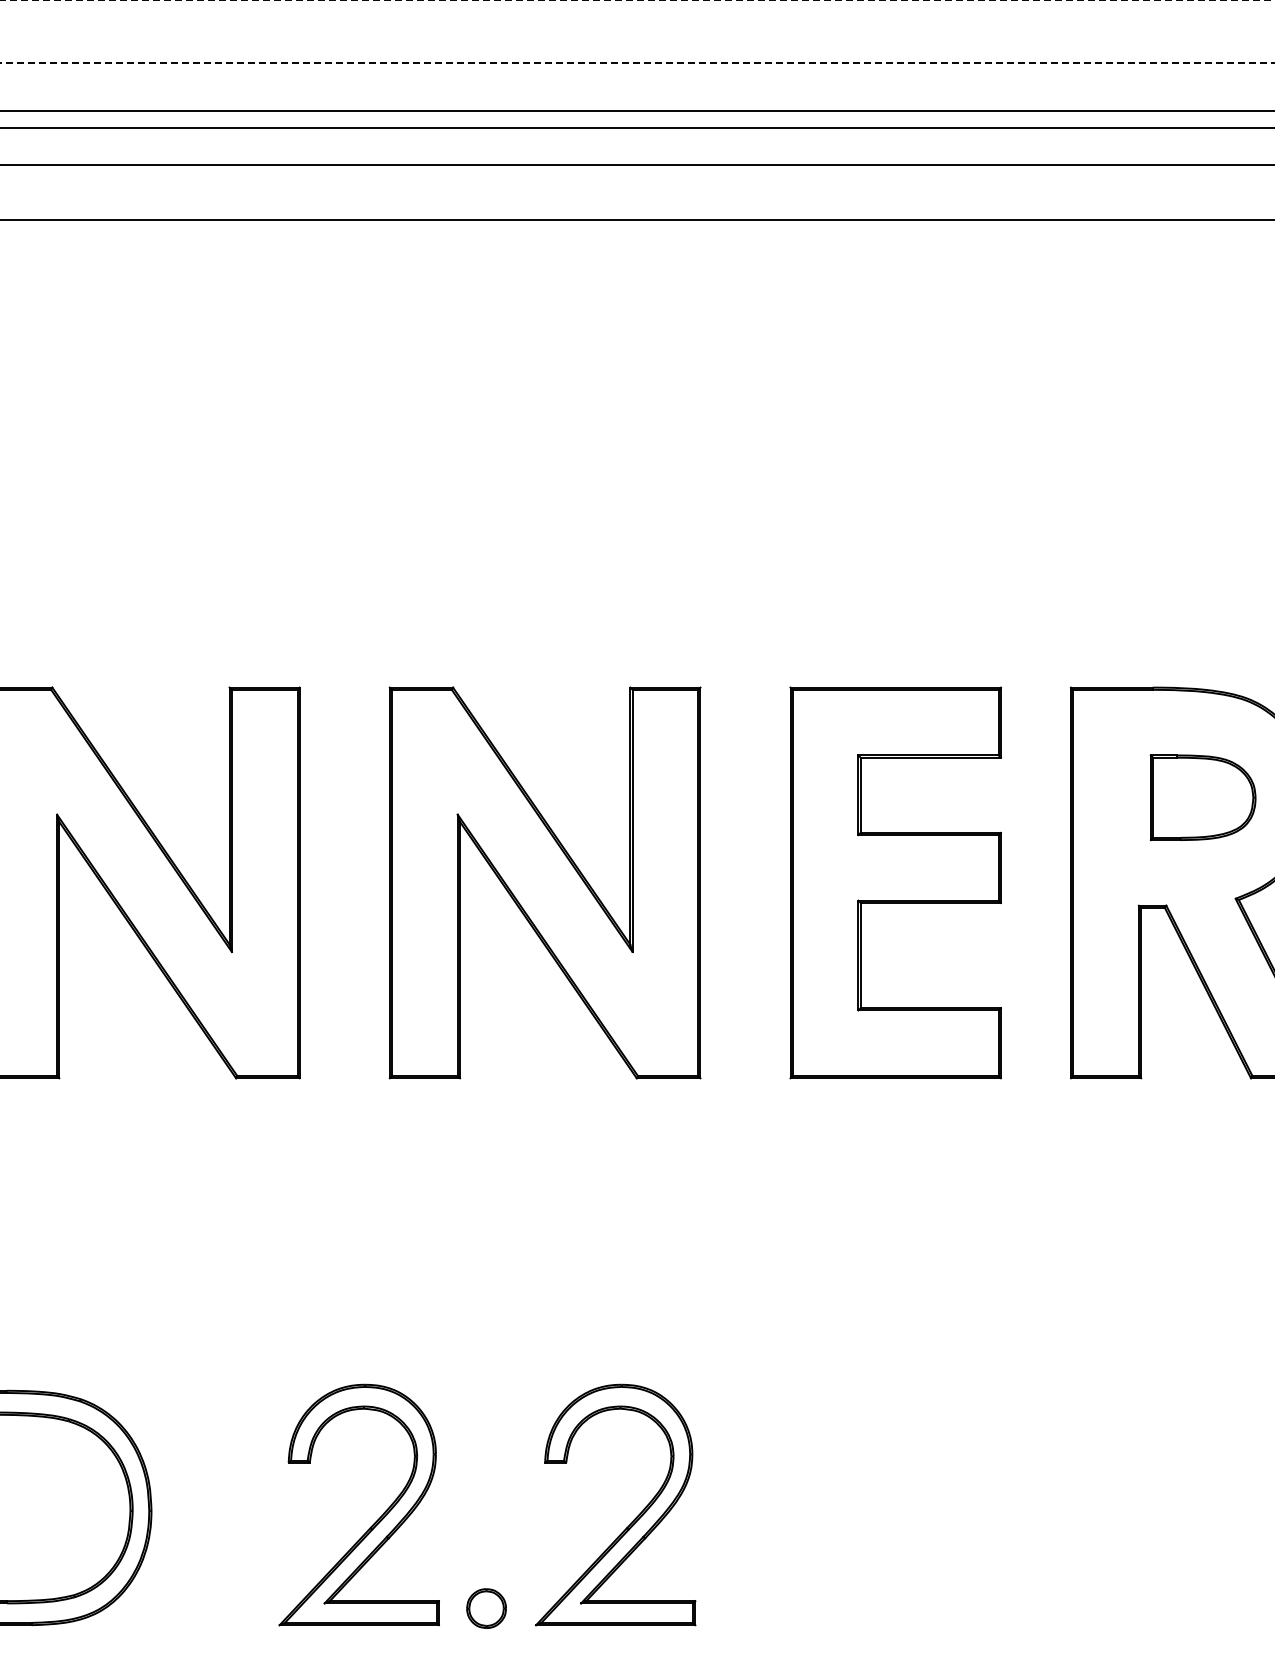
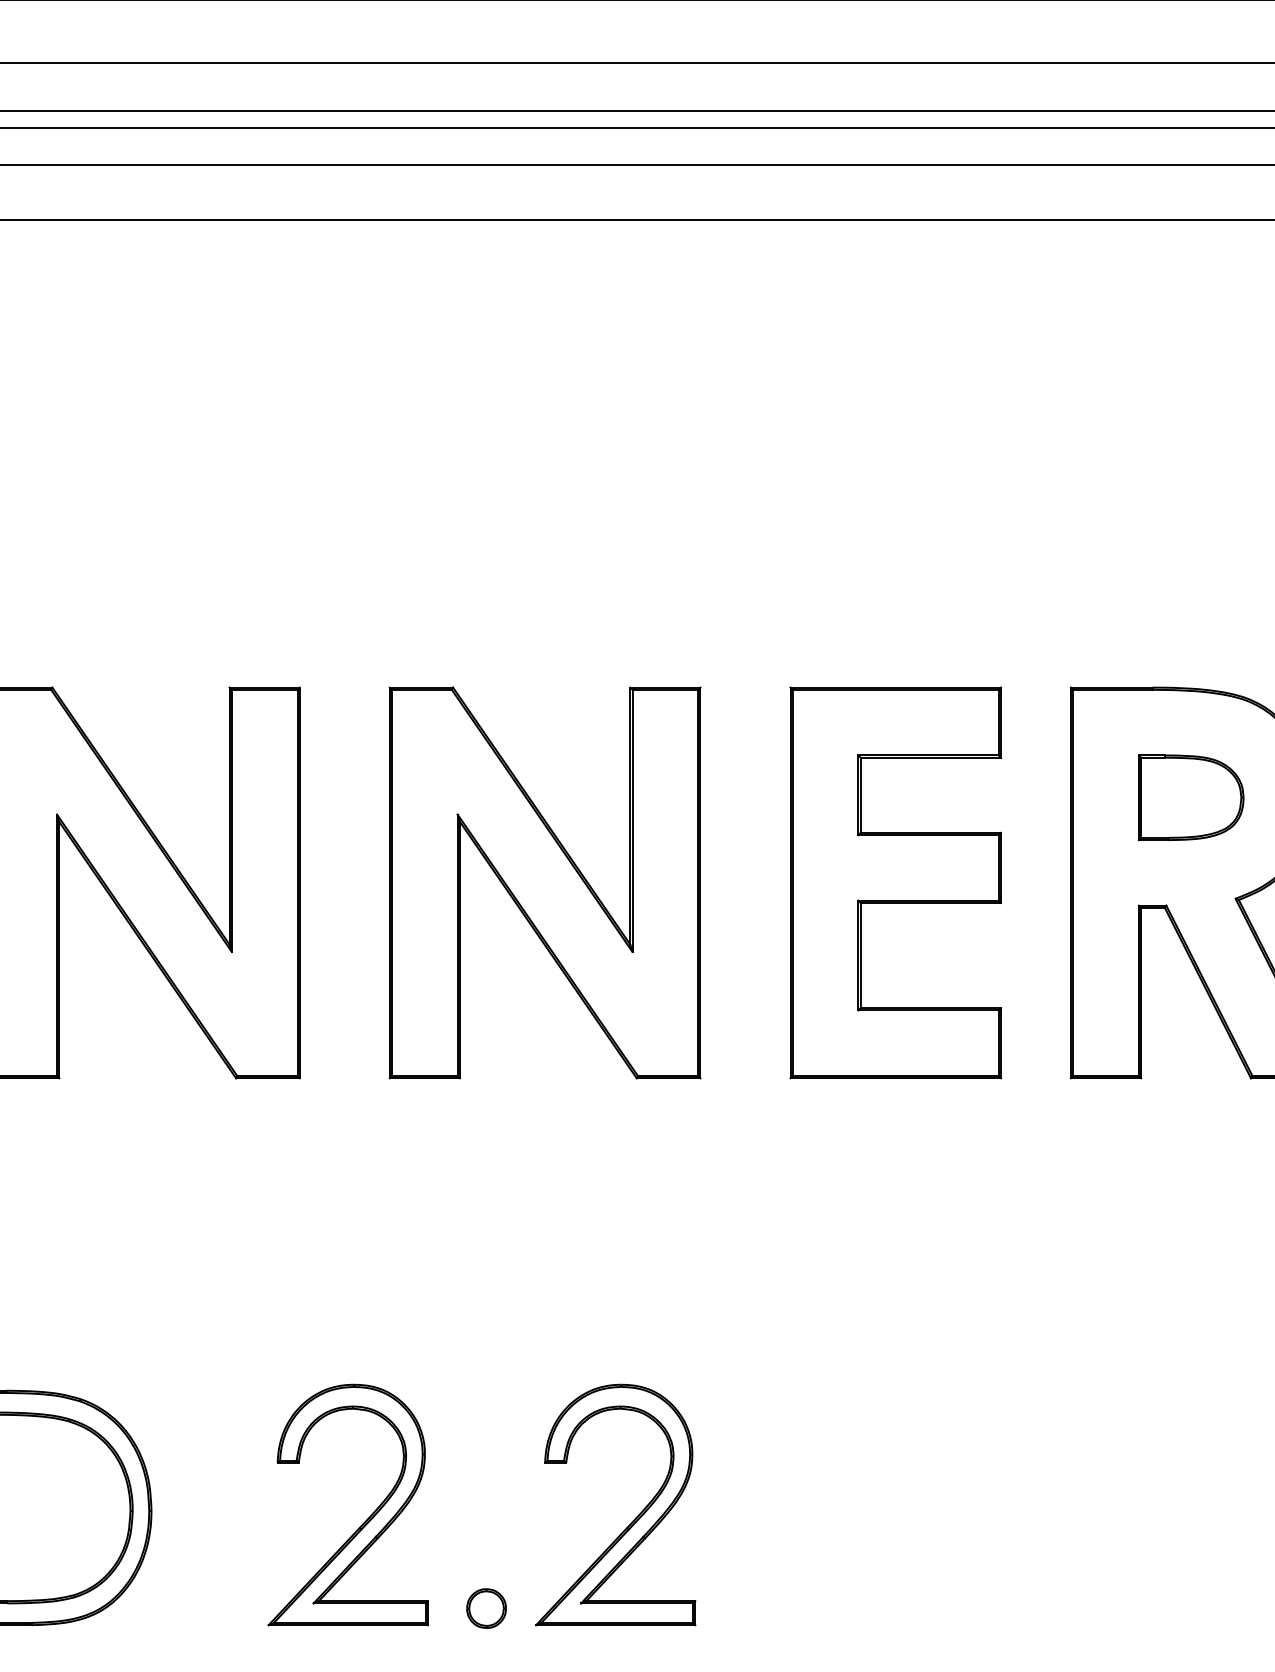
line at (637, 0): dashed -> solid
line at (637, 62): dashed -> solid
part at (1202, 797) position: (1202, 797) -> (1190, 797)
part at (375, 1521) position: (375, 1521) -> (364, 1521)
